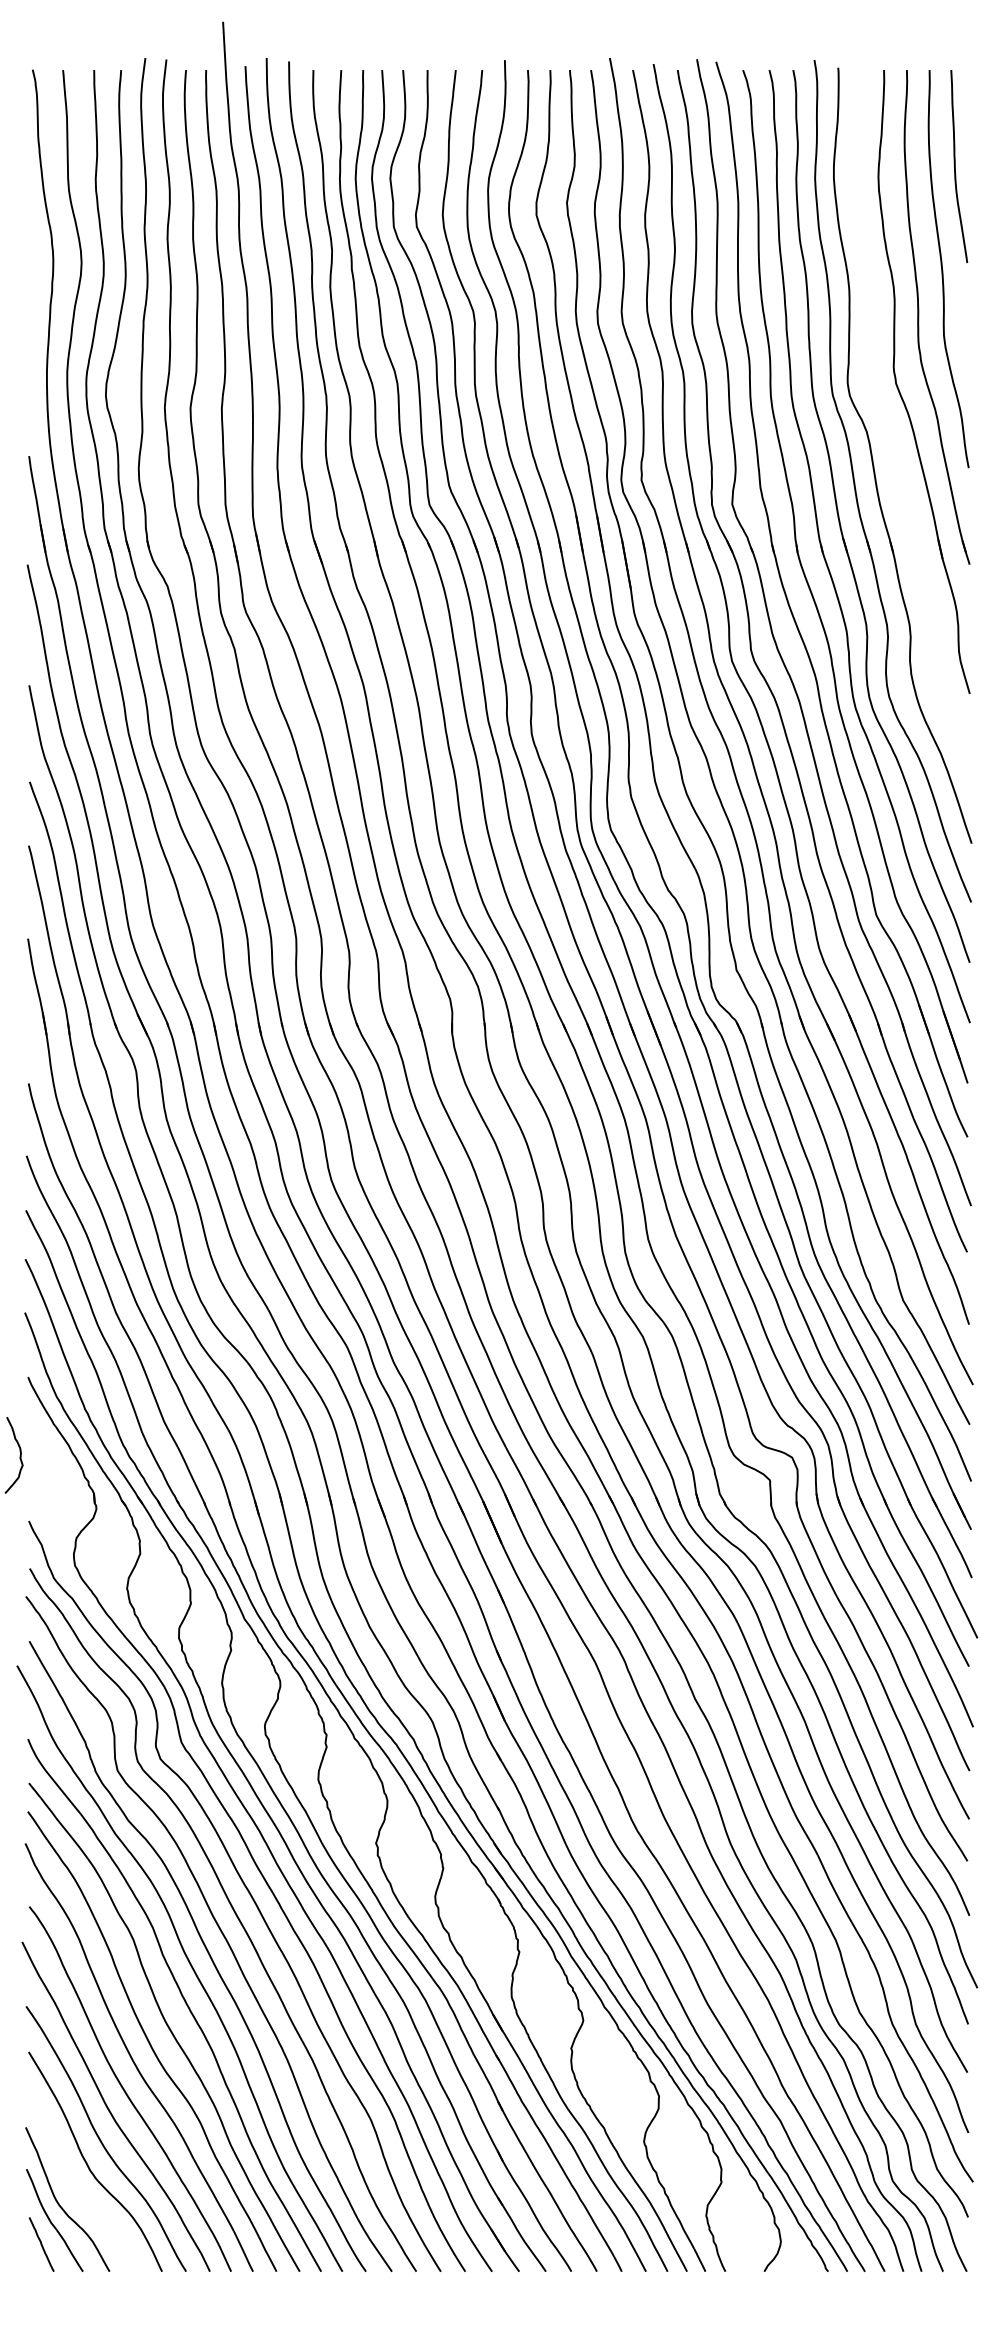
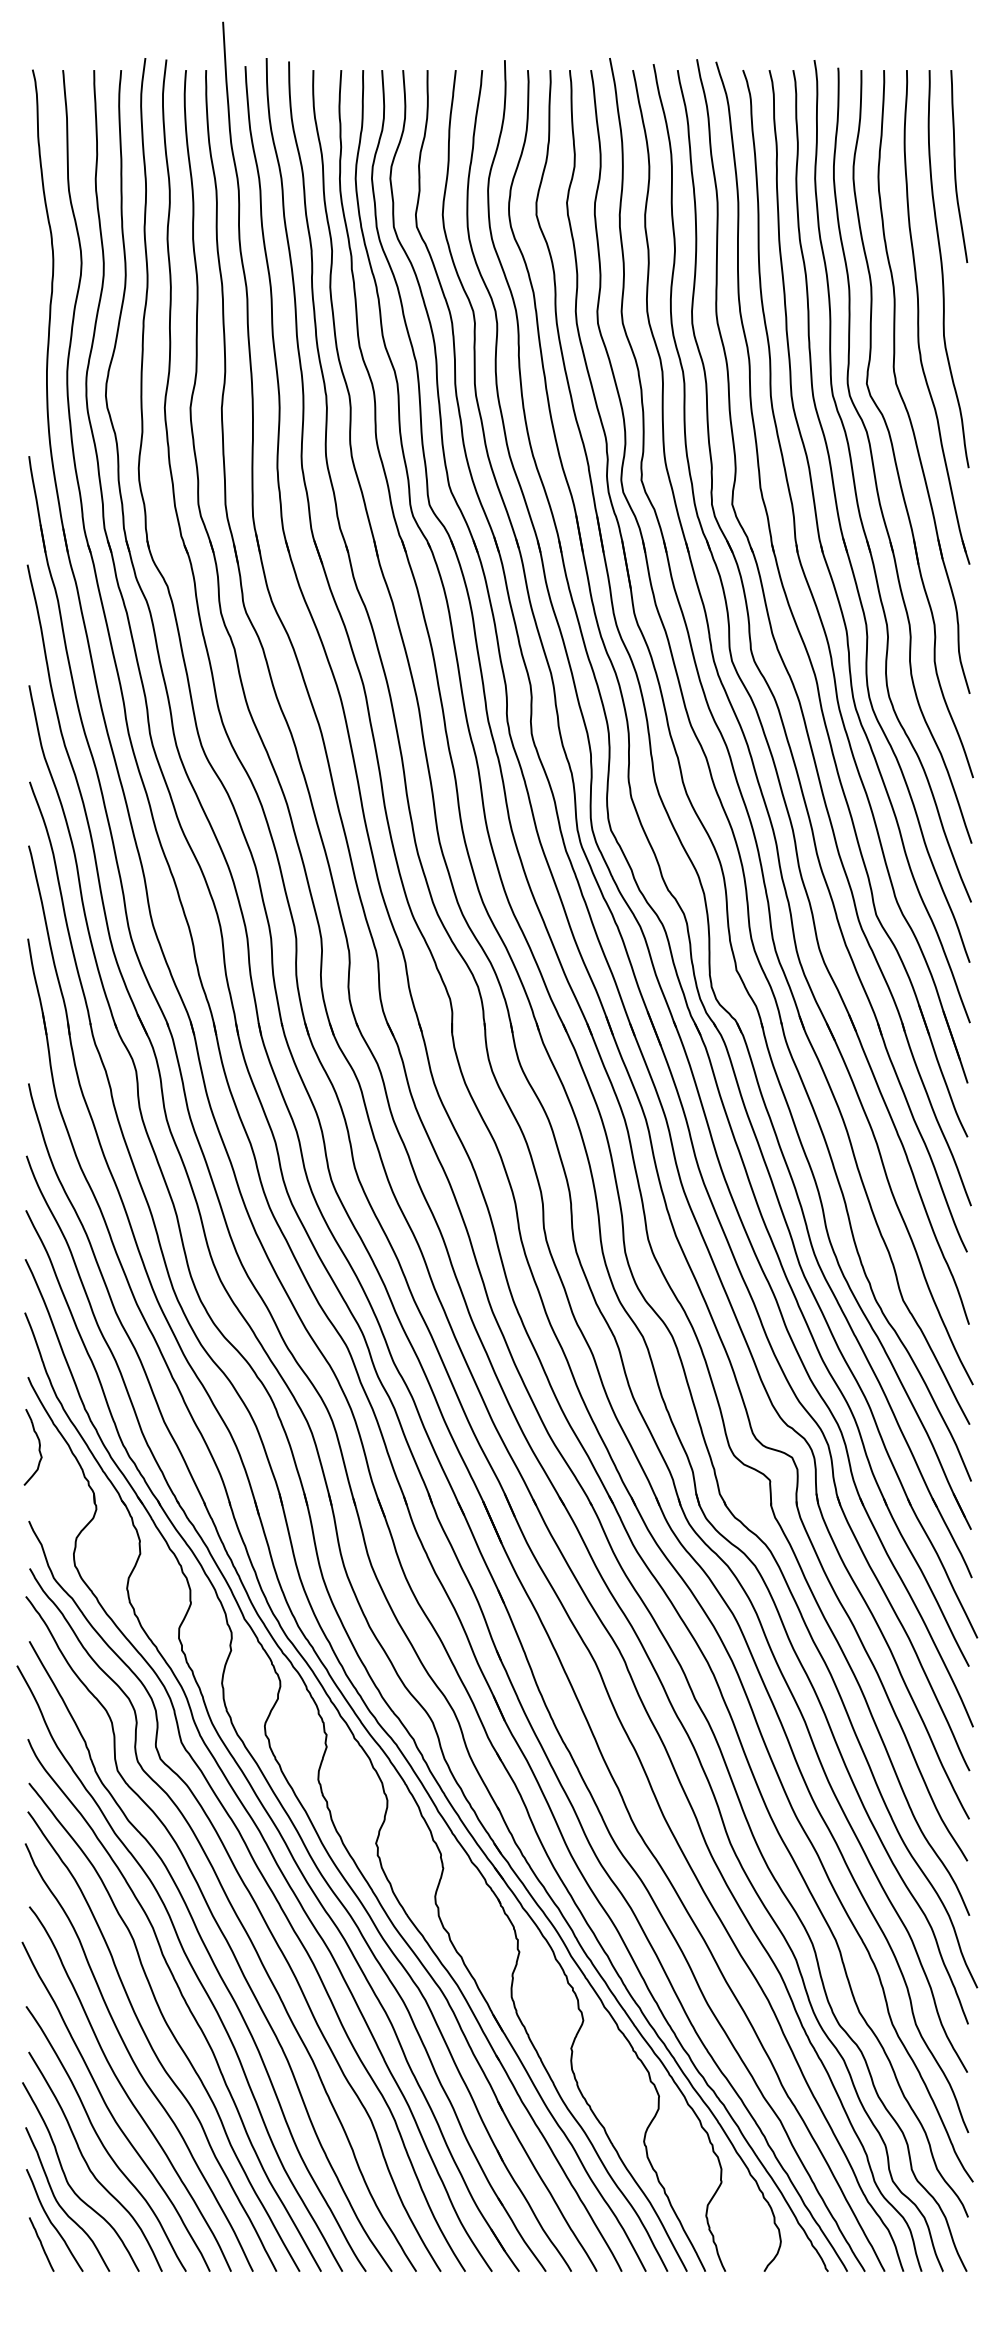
part at (889, 430): none -> present
curve at (19, 1455) position: (19, 1455) -> (38, 1447)
curve at (68, 2181): none -> present
